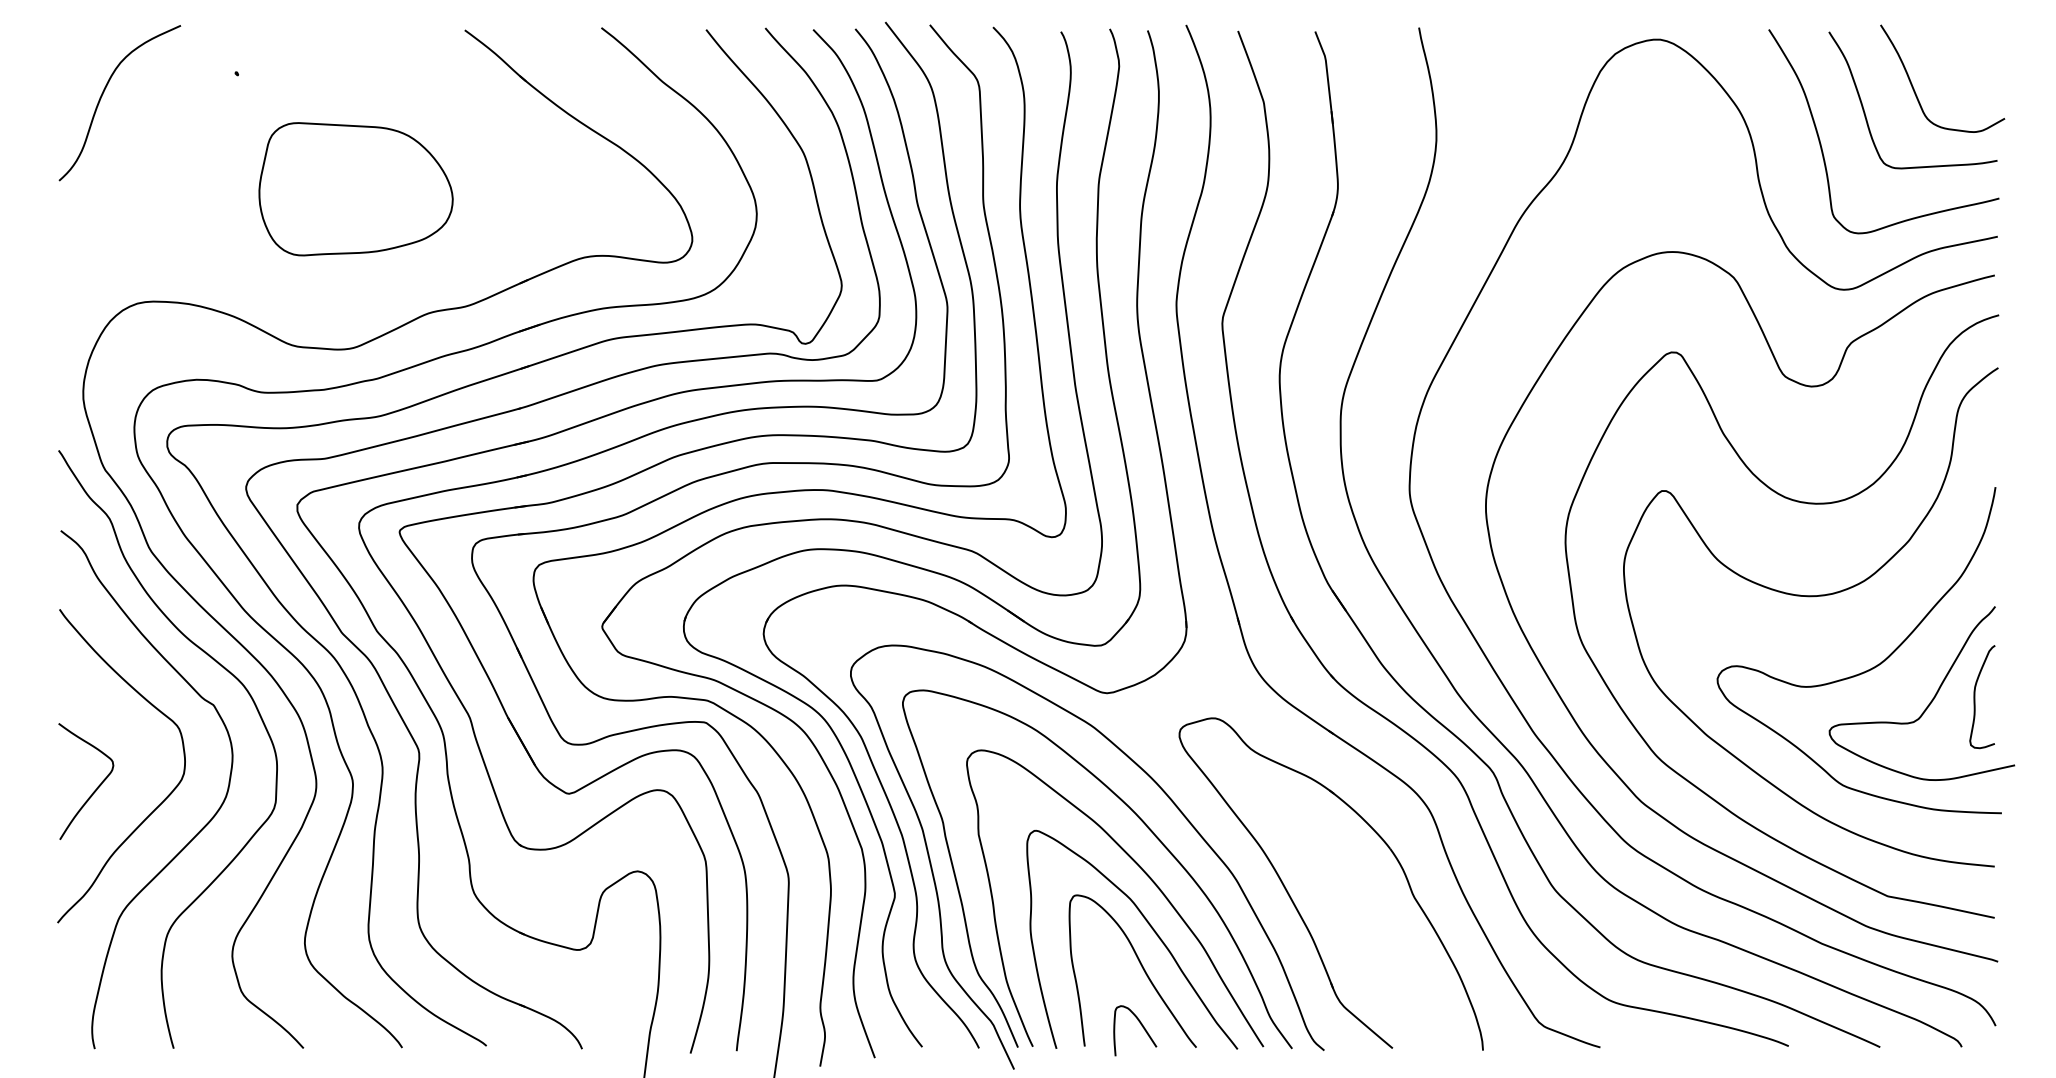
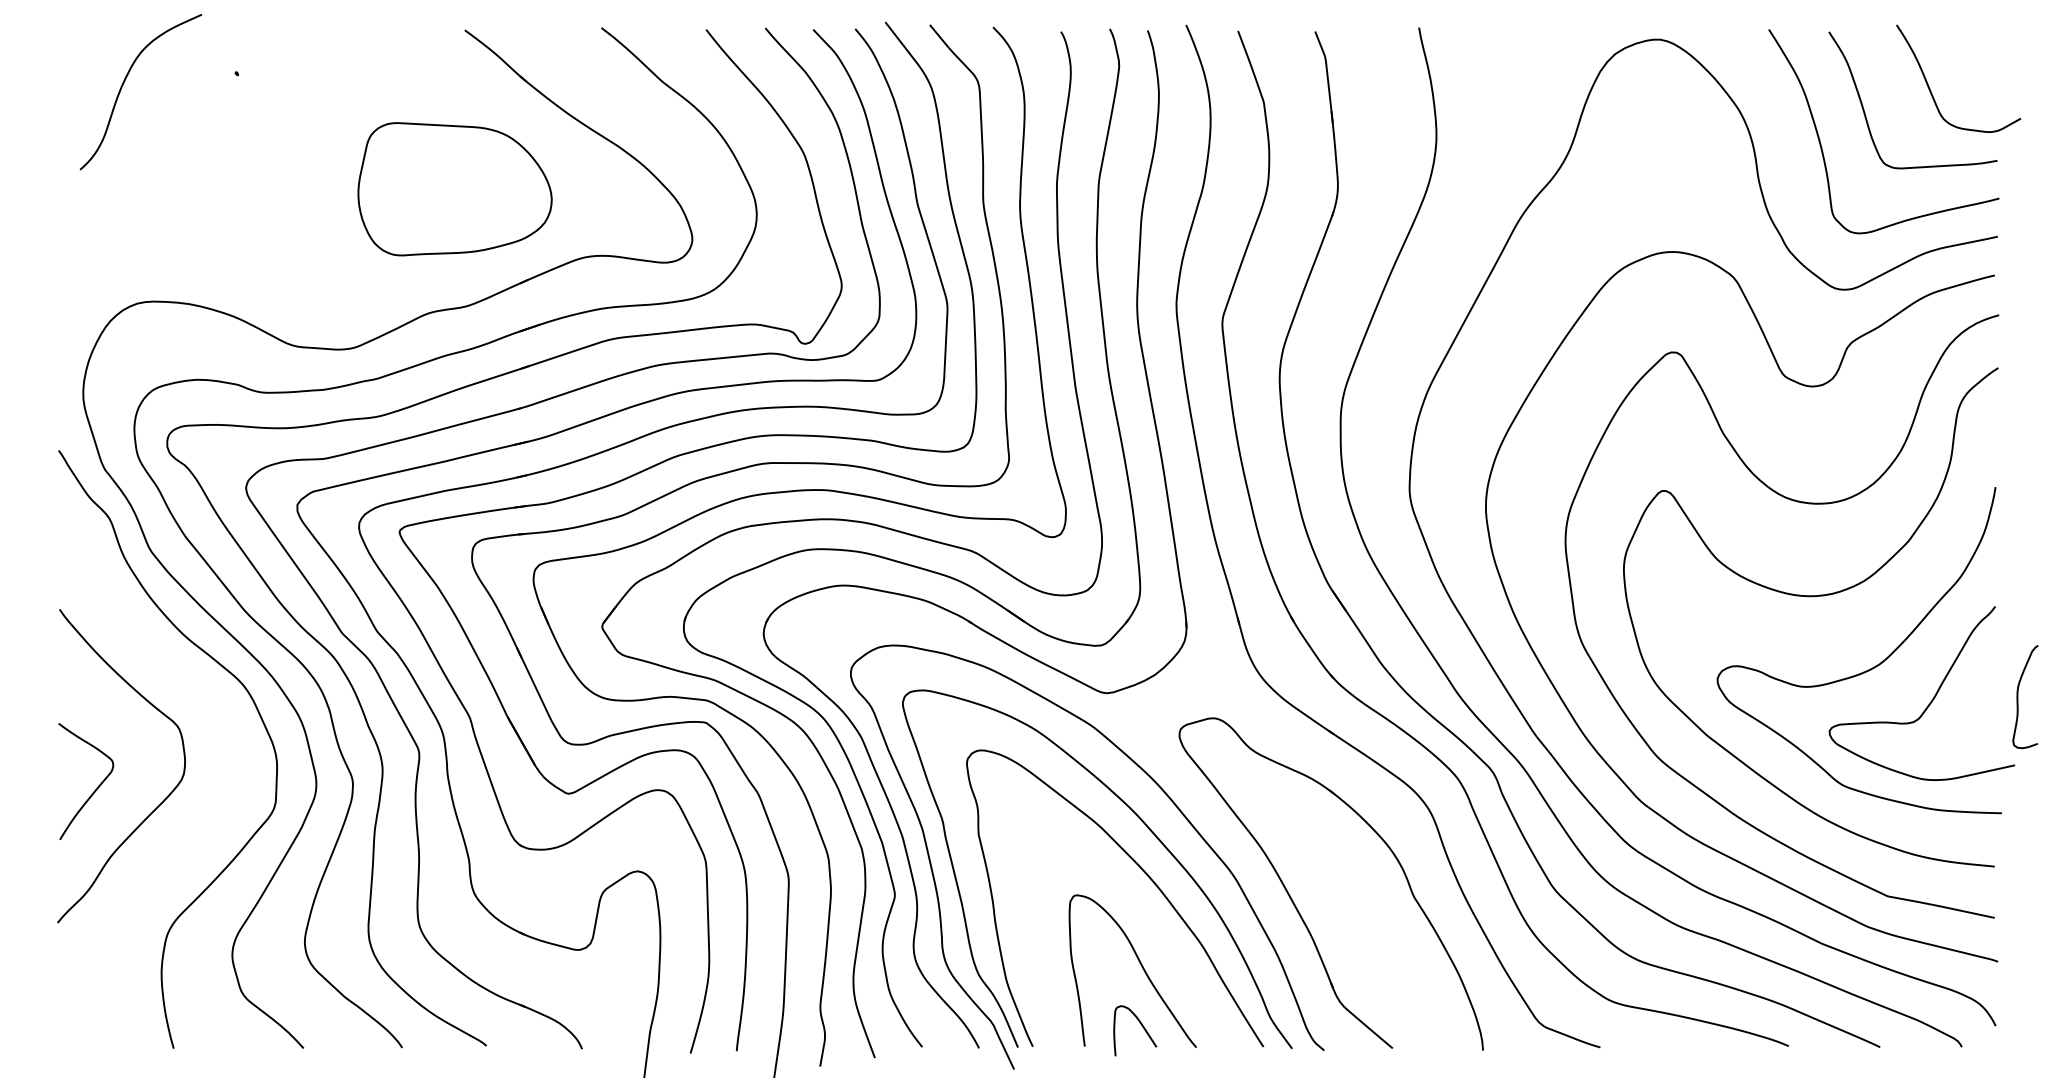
curve at (1914, 88) position: (1914, 88) -> (1930, 88)
curve at (103, 94) position: (103, 94) -> (124, 83)
part at (355, 189) position: (355, 189) -> (454, 189)
curve at (1975, 697) position: (1975, 697) -> (2018, 697)
curve at (197, 832): present -> none
curve at (1150, 927): present -> none
